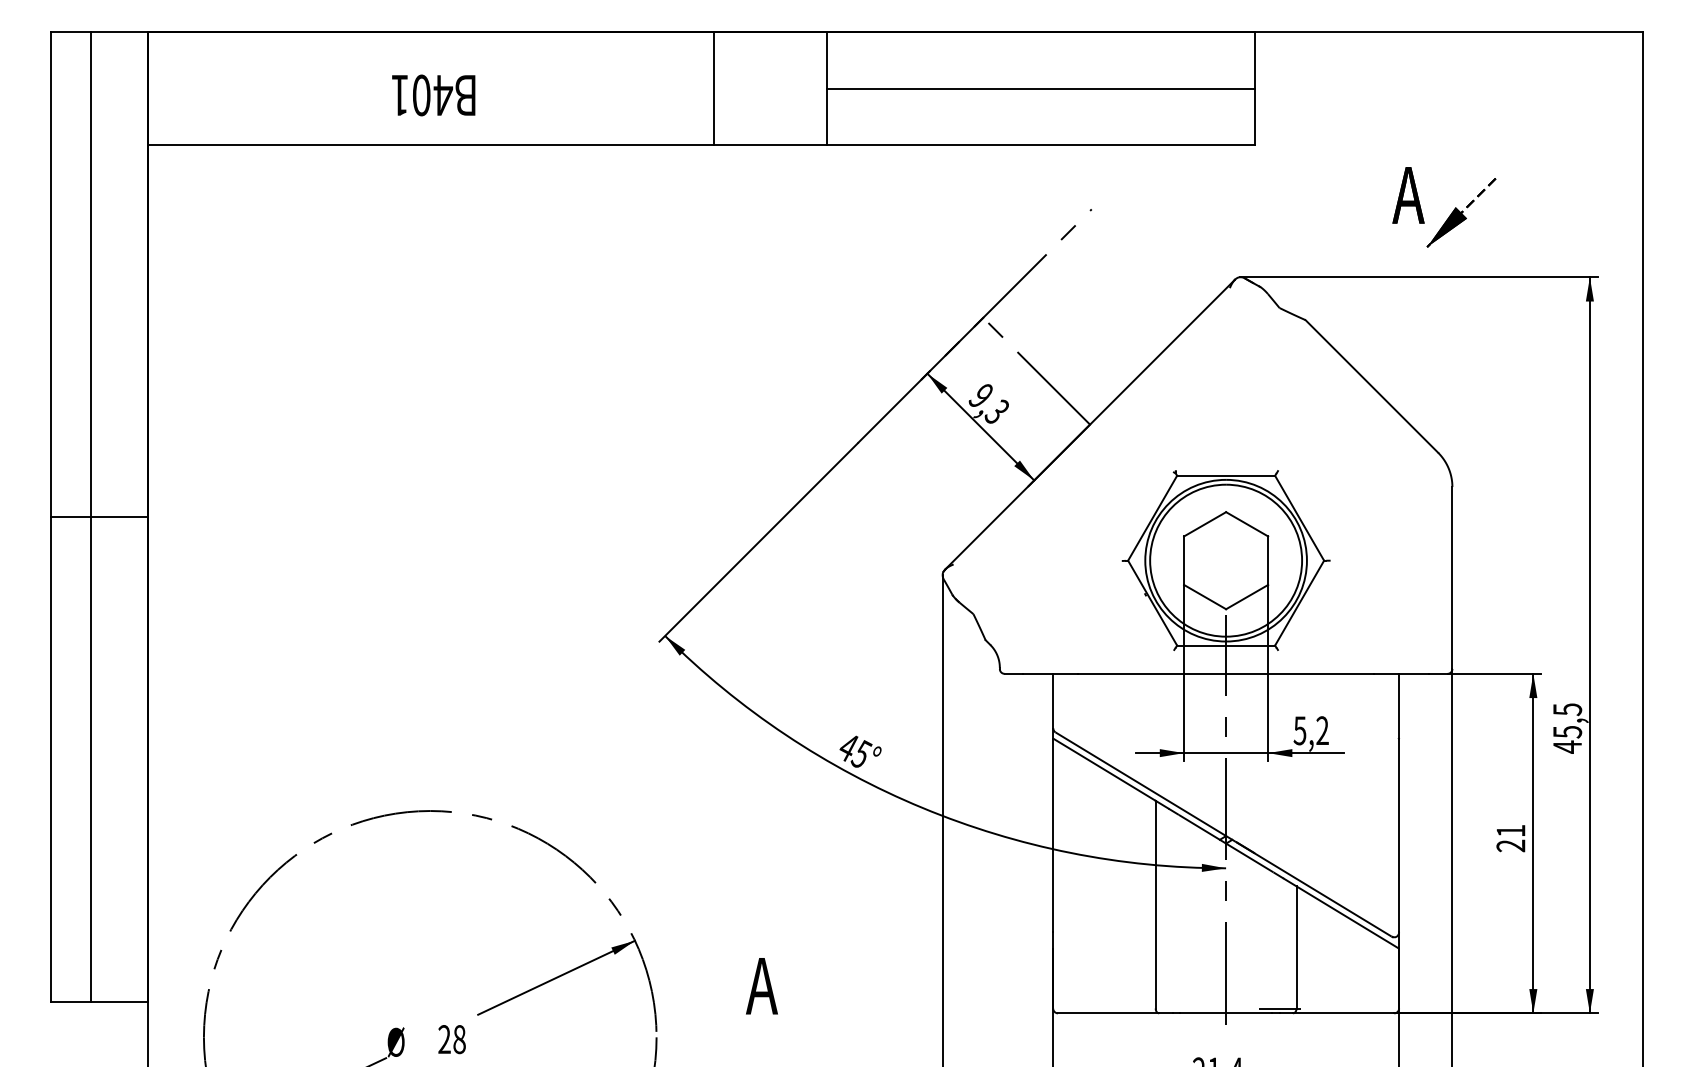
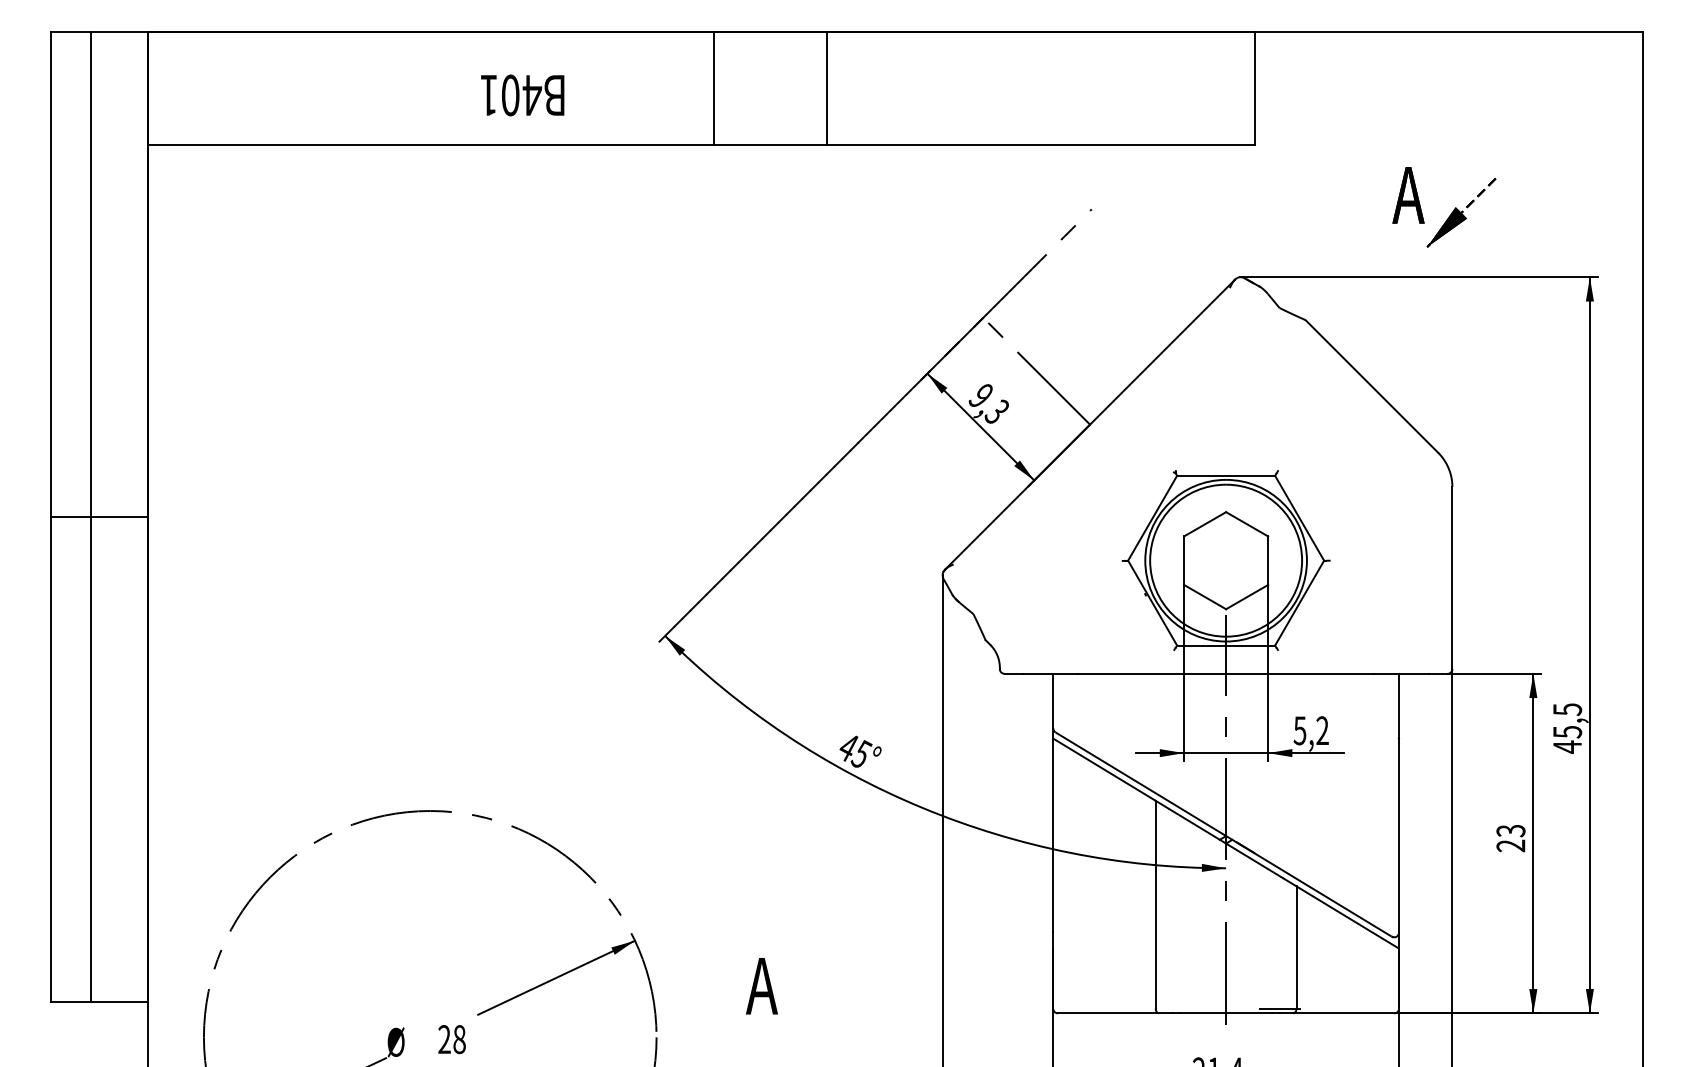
line at (1040, 88): present -> none
text at (433, 95) position: (433, 95) -> (522, 95)
text at (1510, 831): 21 -> 23
